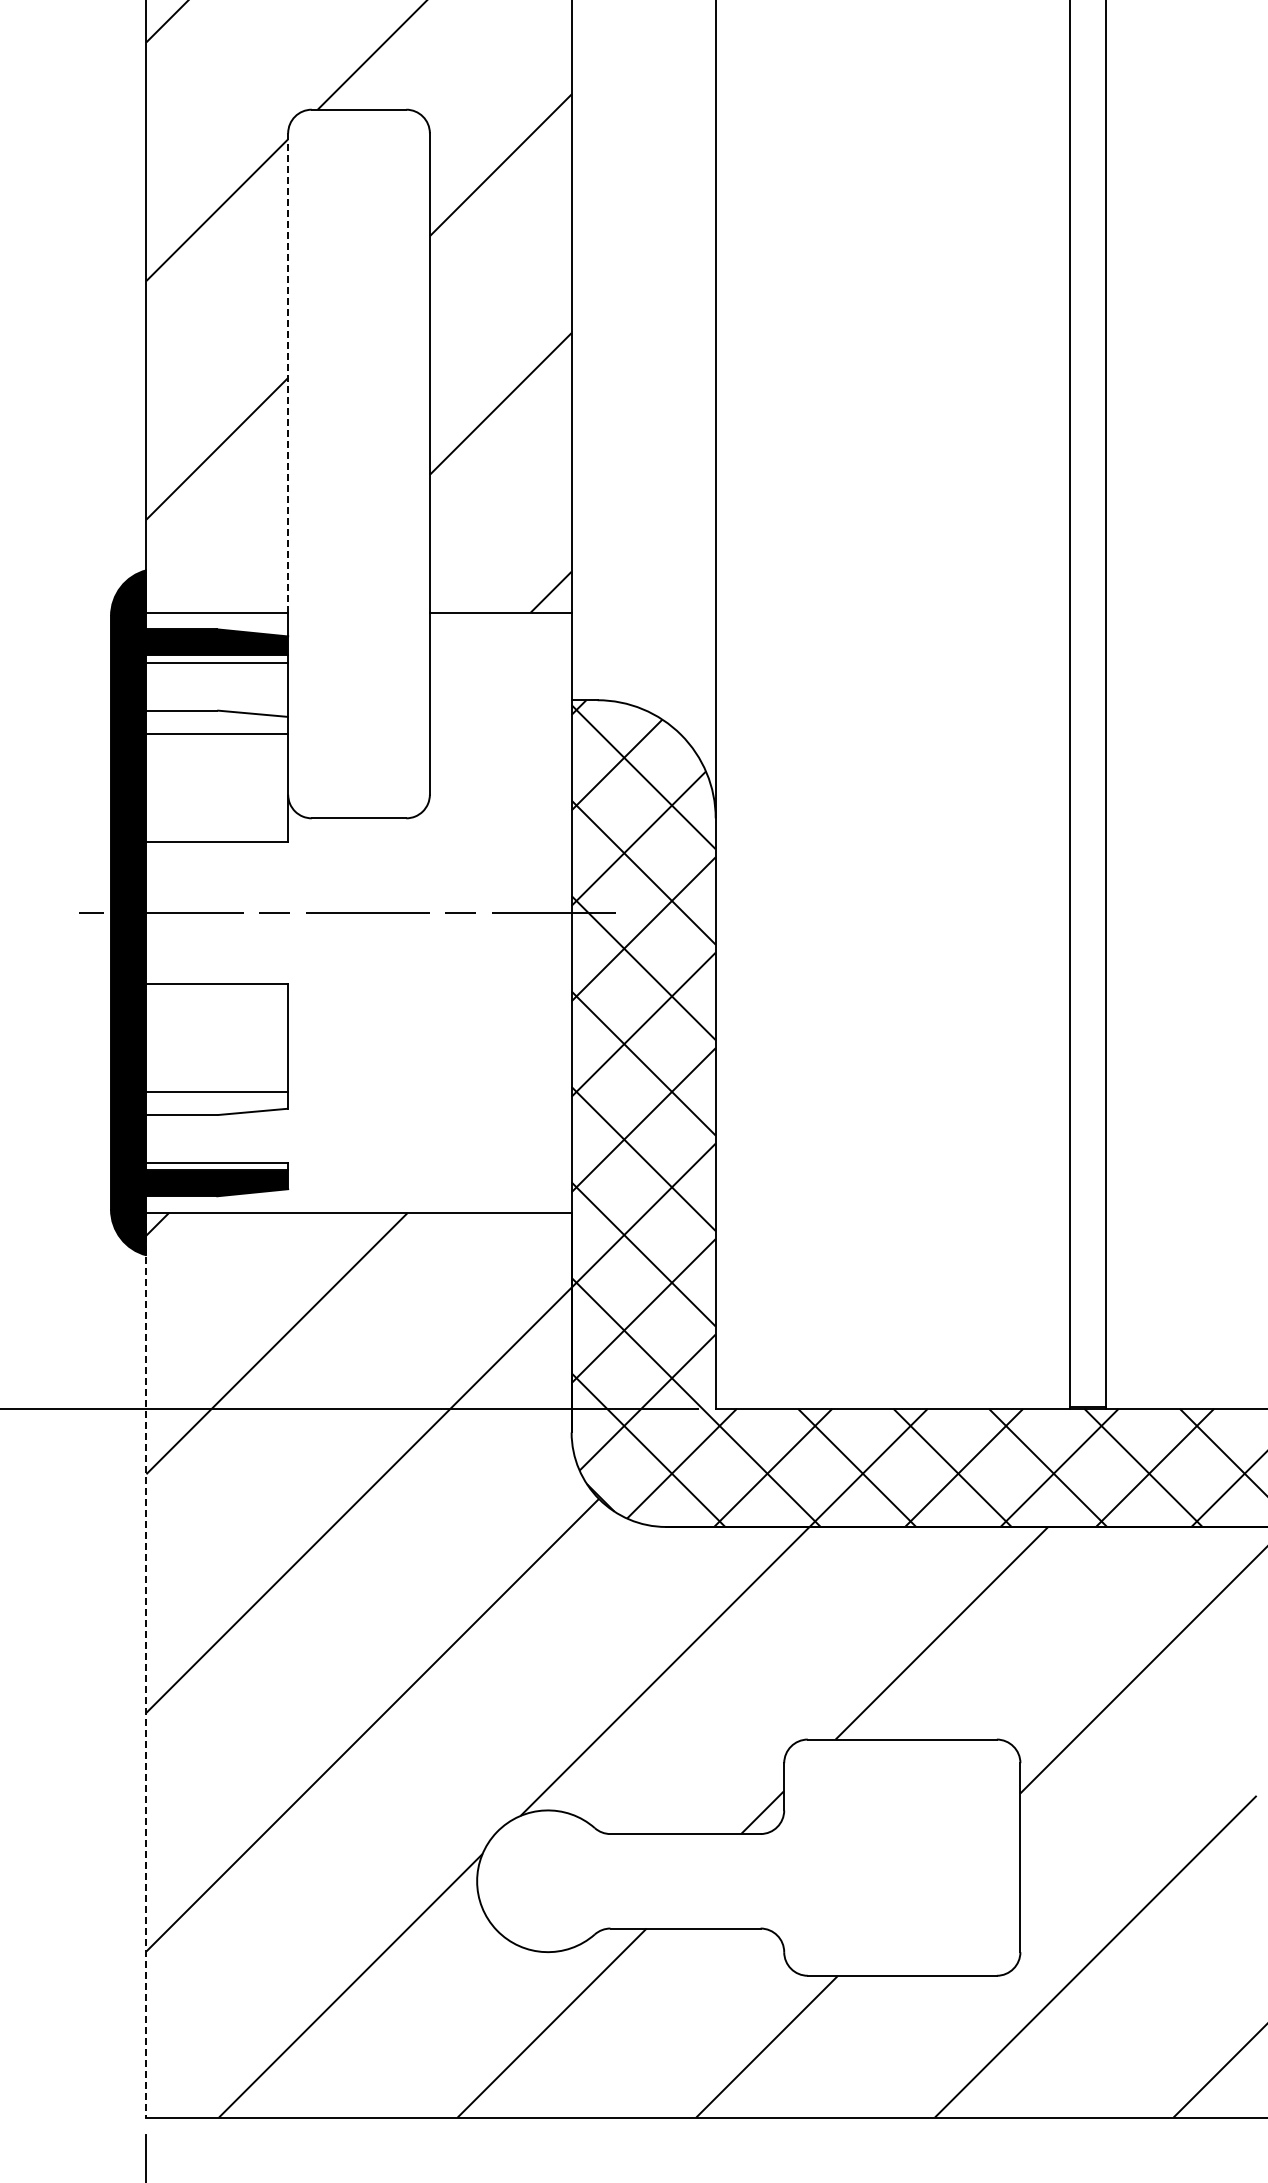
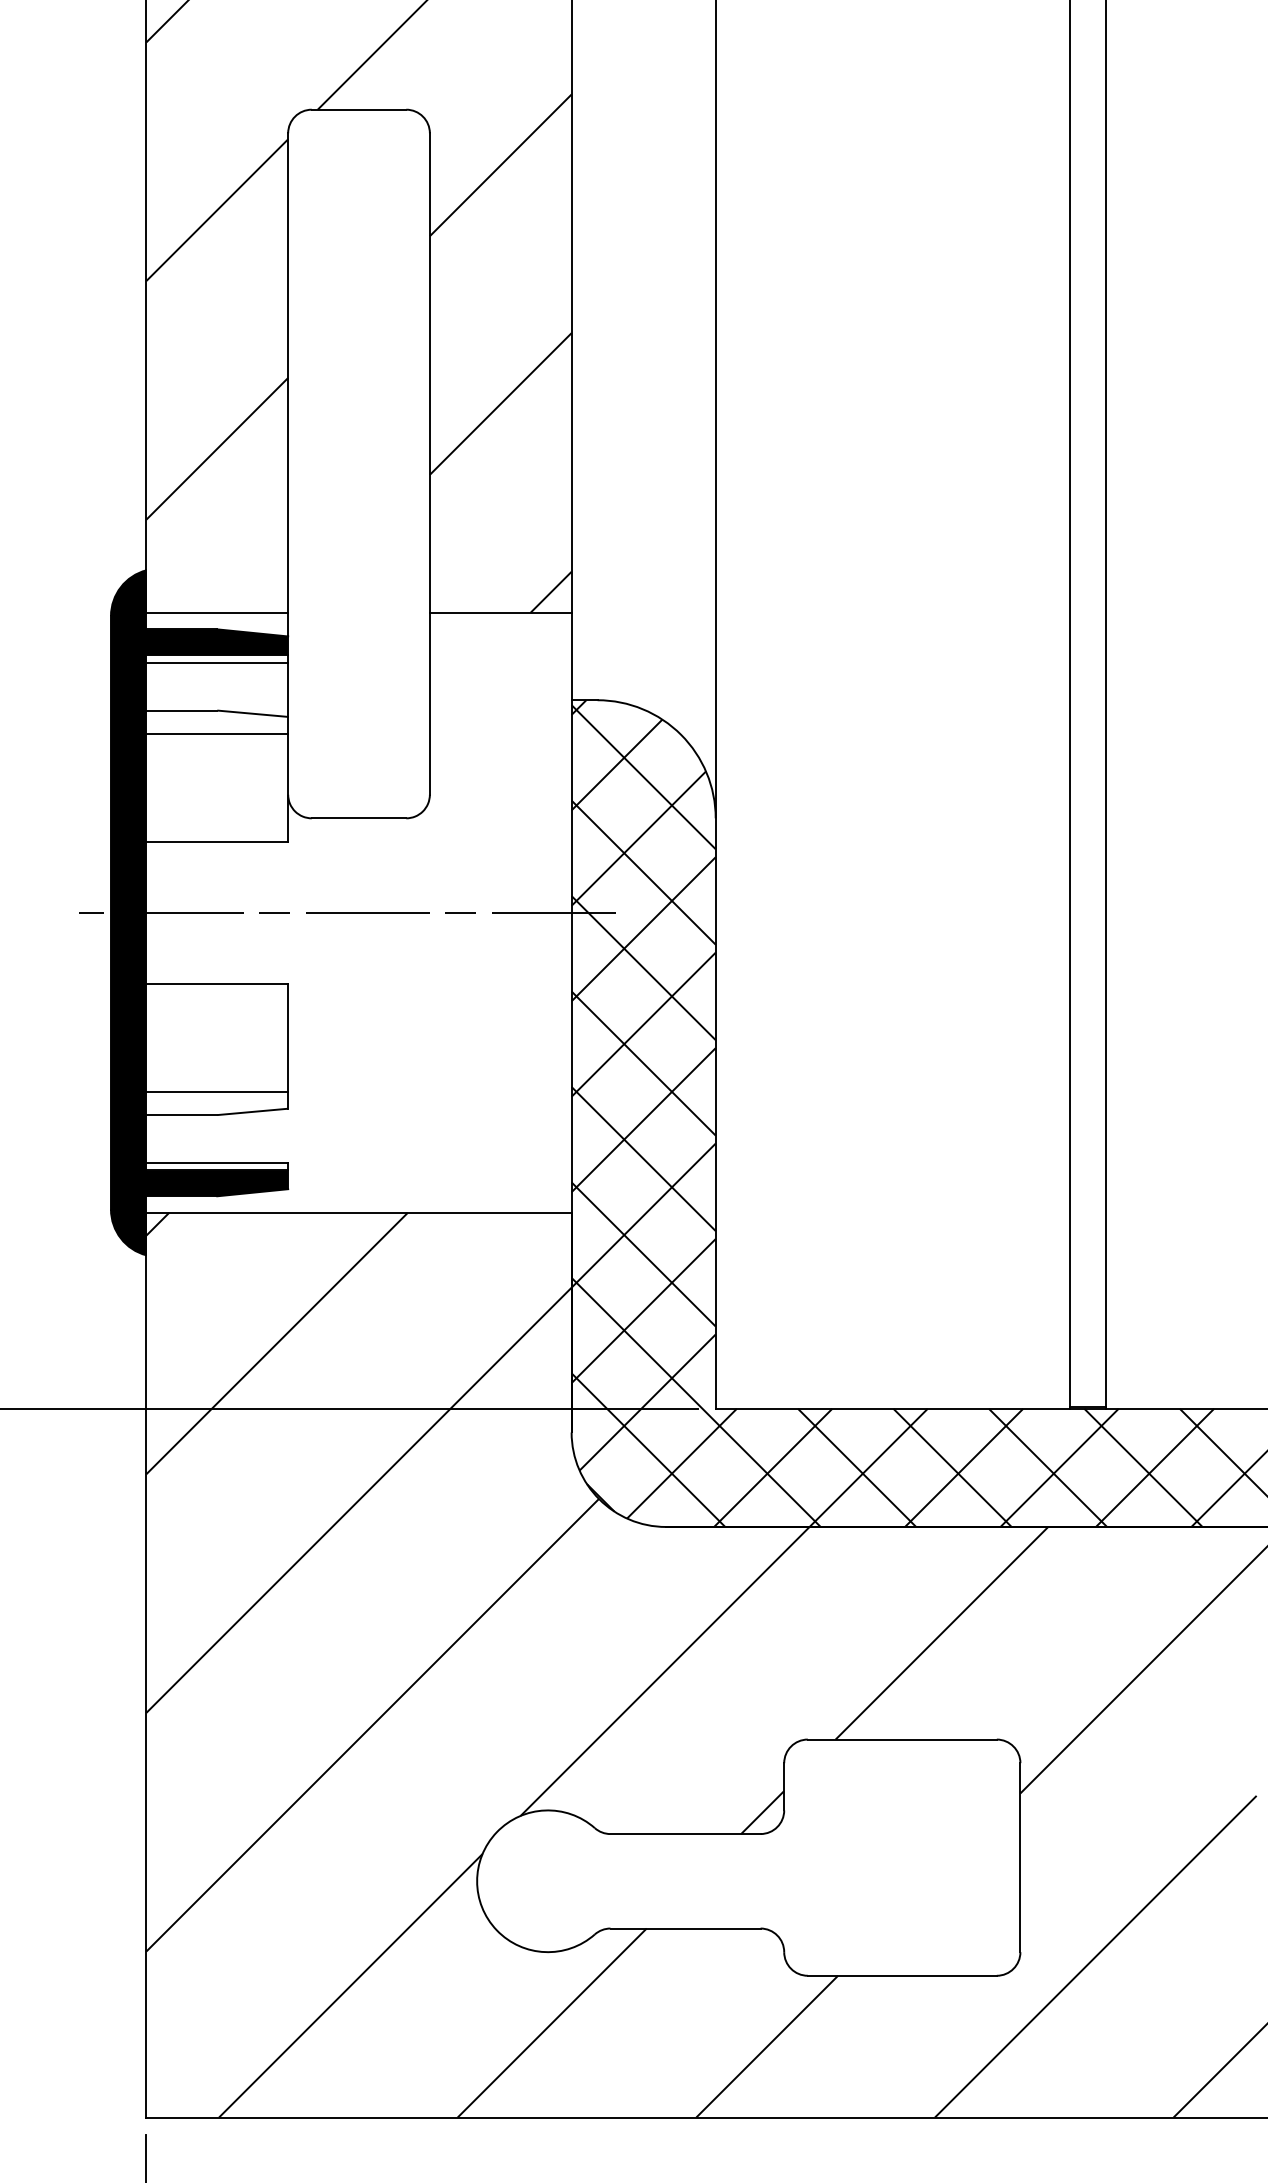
line at (288, 373): dashed -> solid
line at (146, 1665): dashed -> solid
